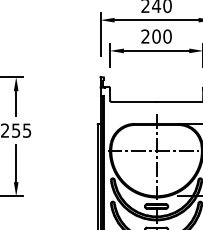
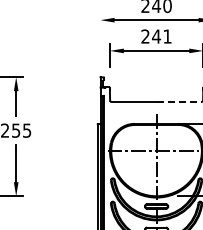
line at (100, 34): present -> none
text at (161, 36): 200 -> 241
line at (179, 101): solid -> dashed
